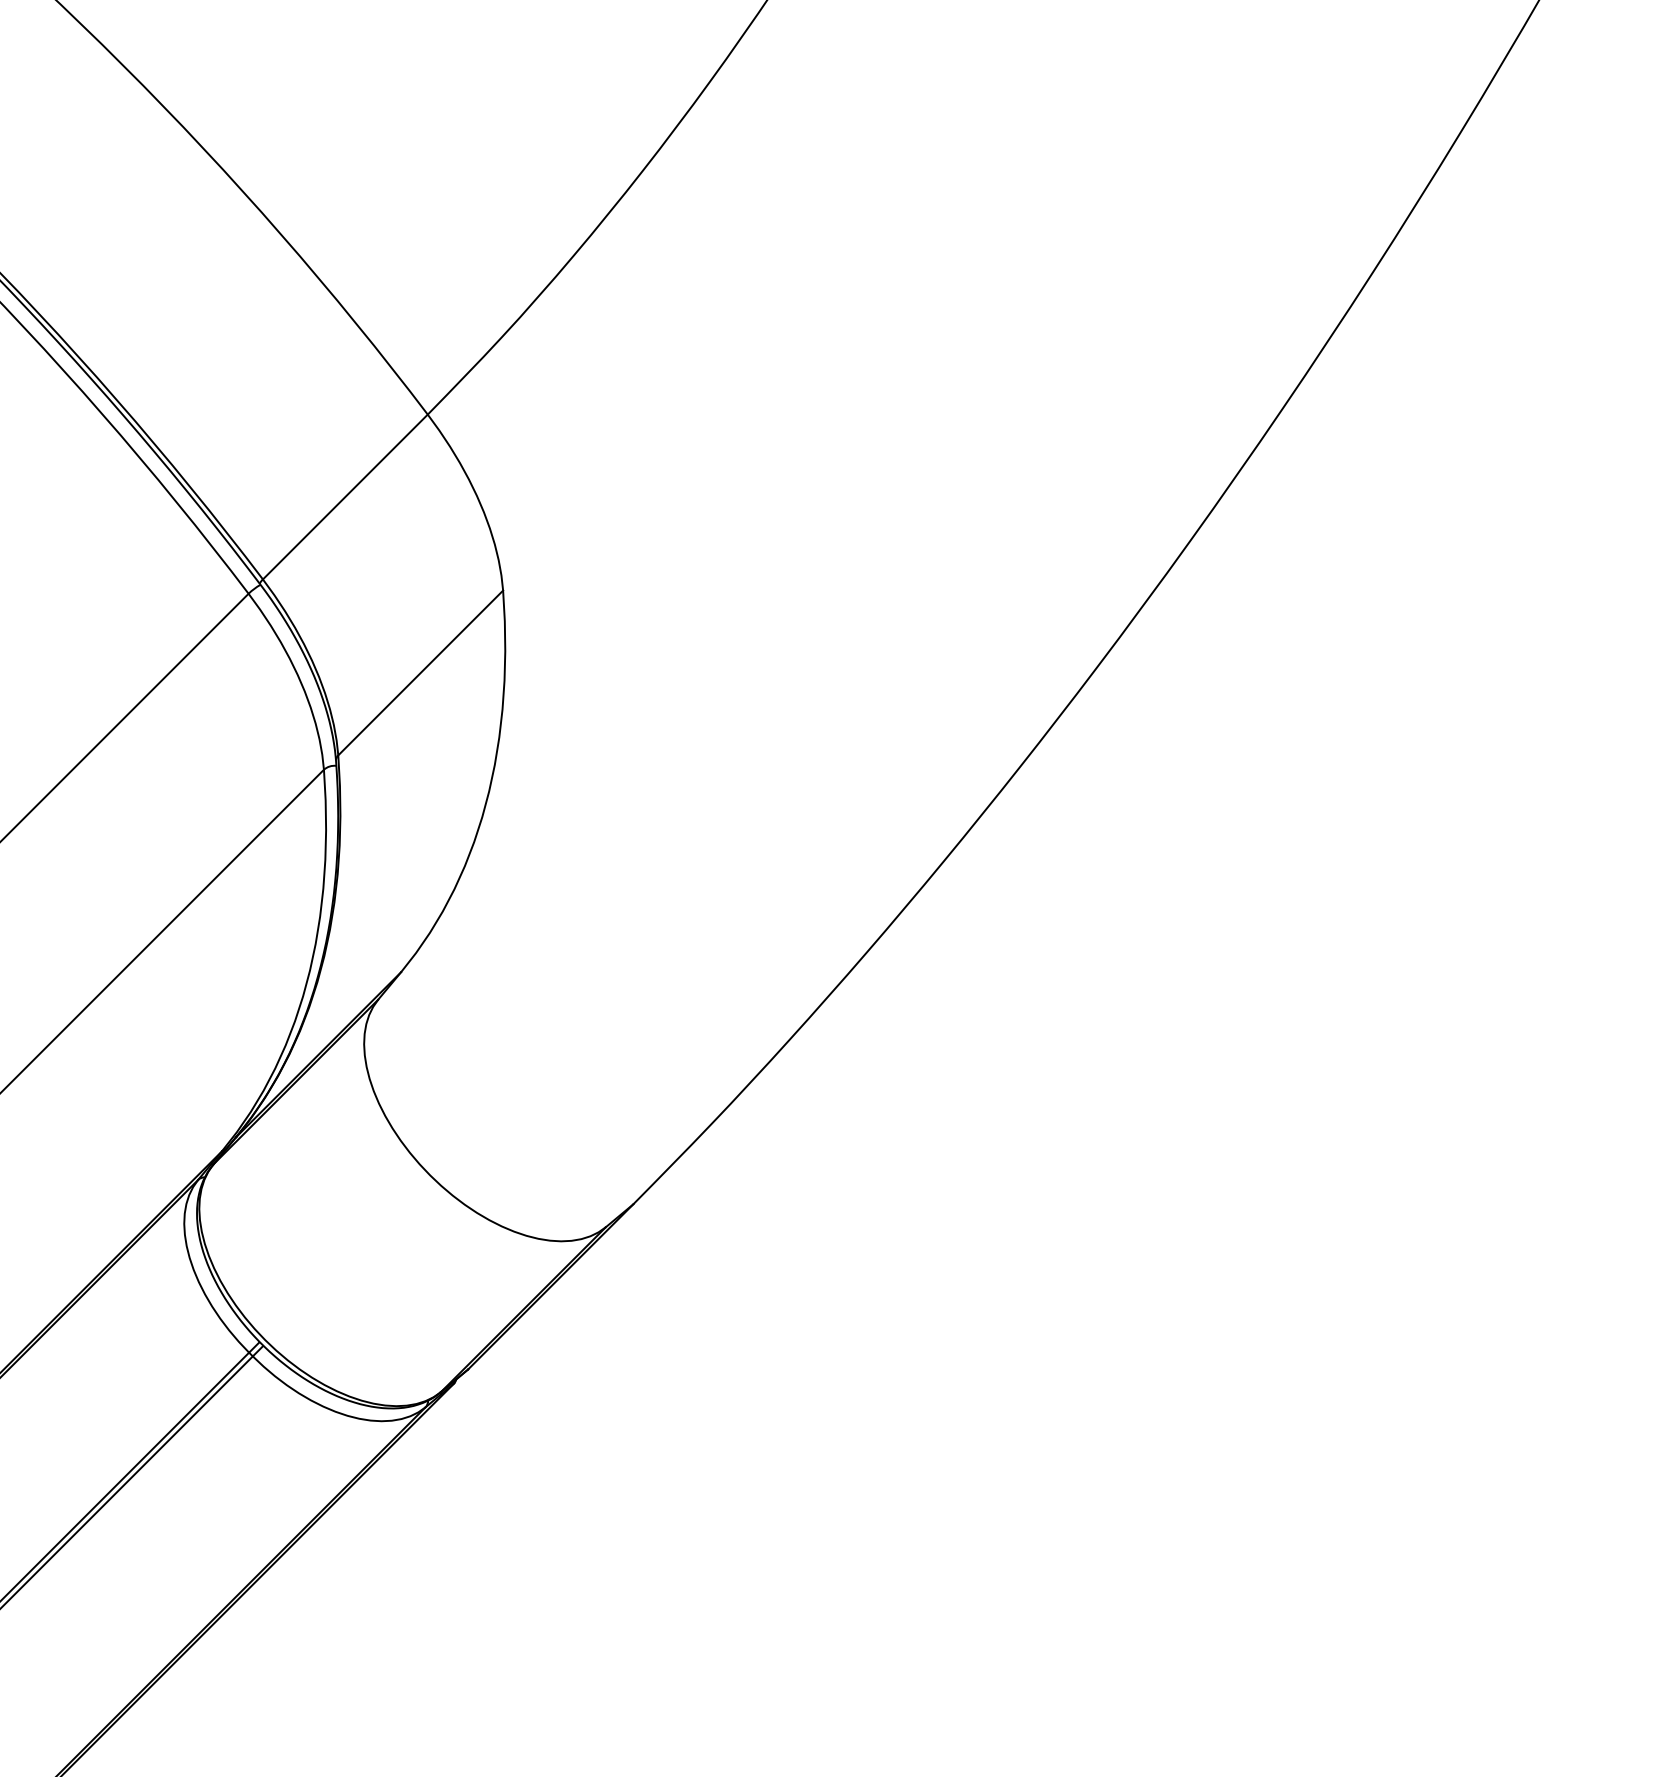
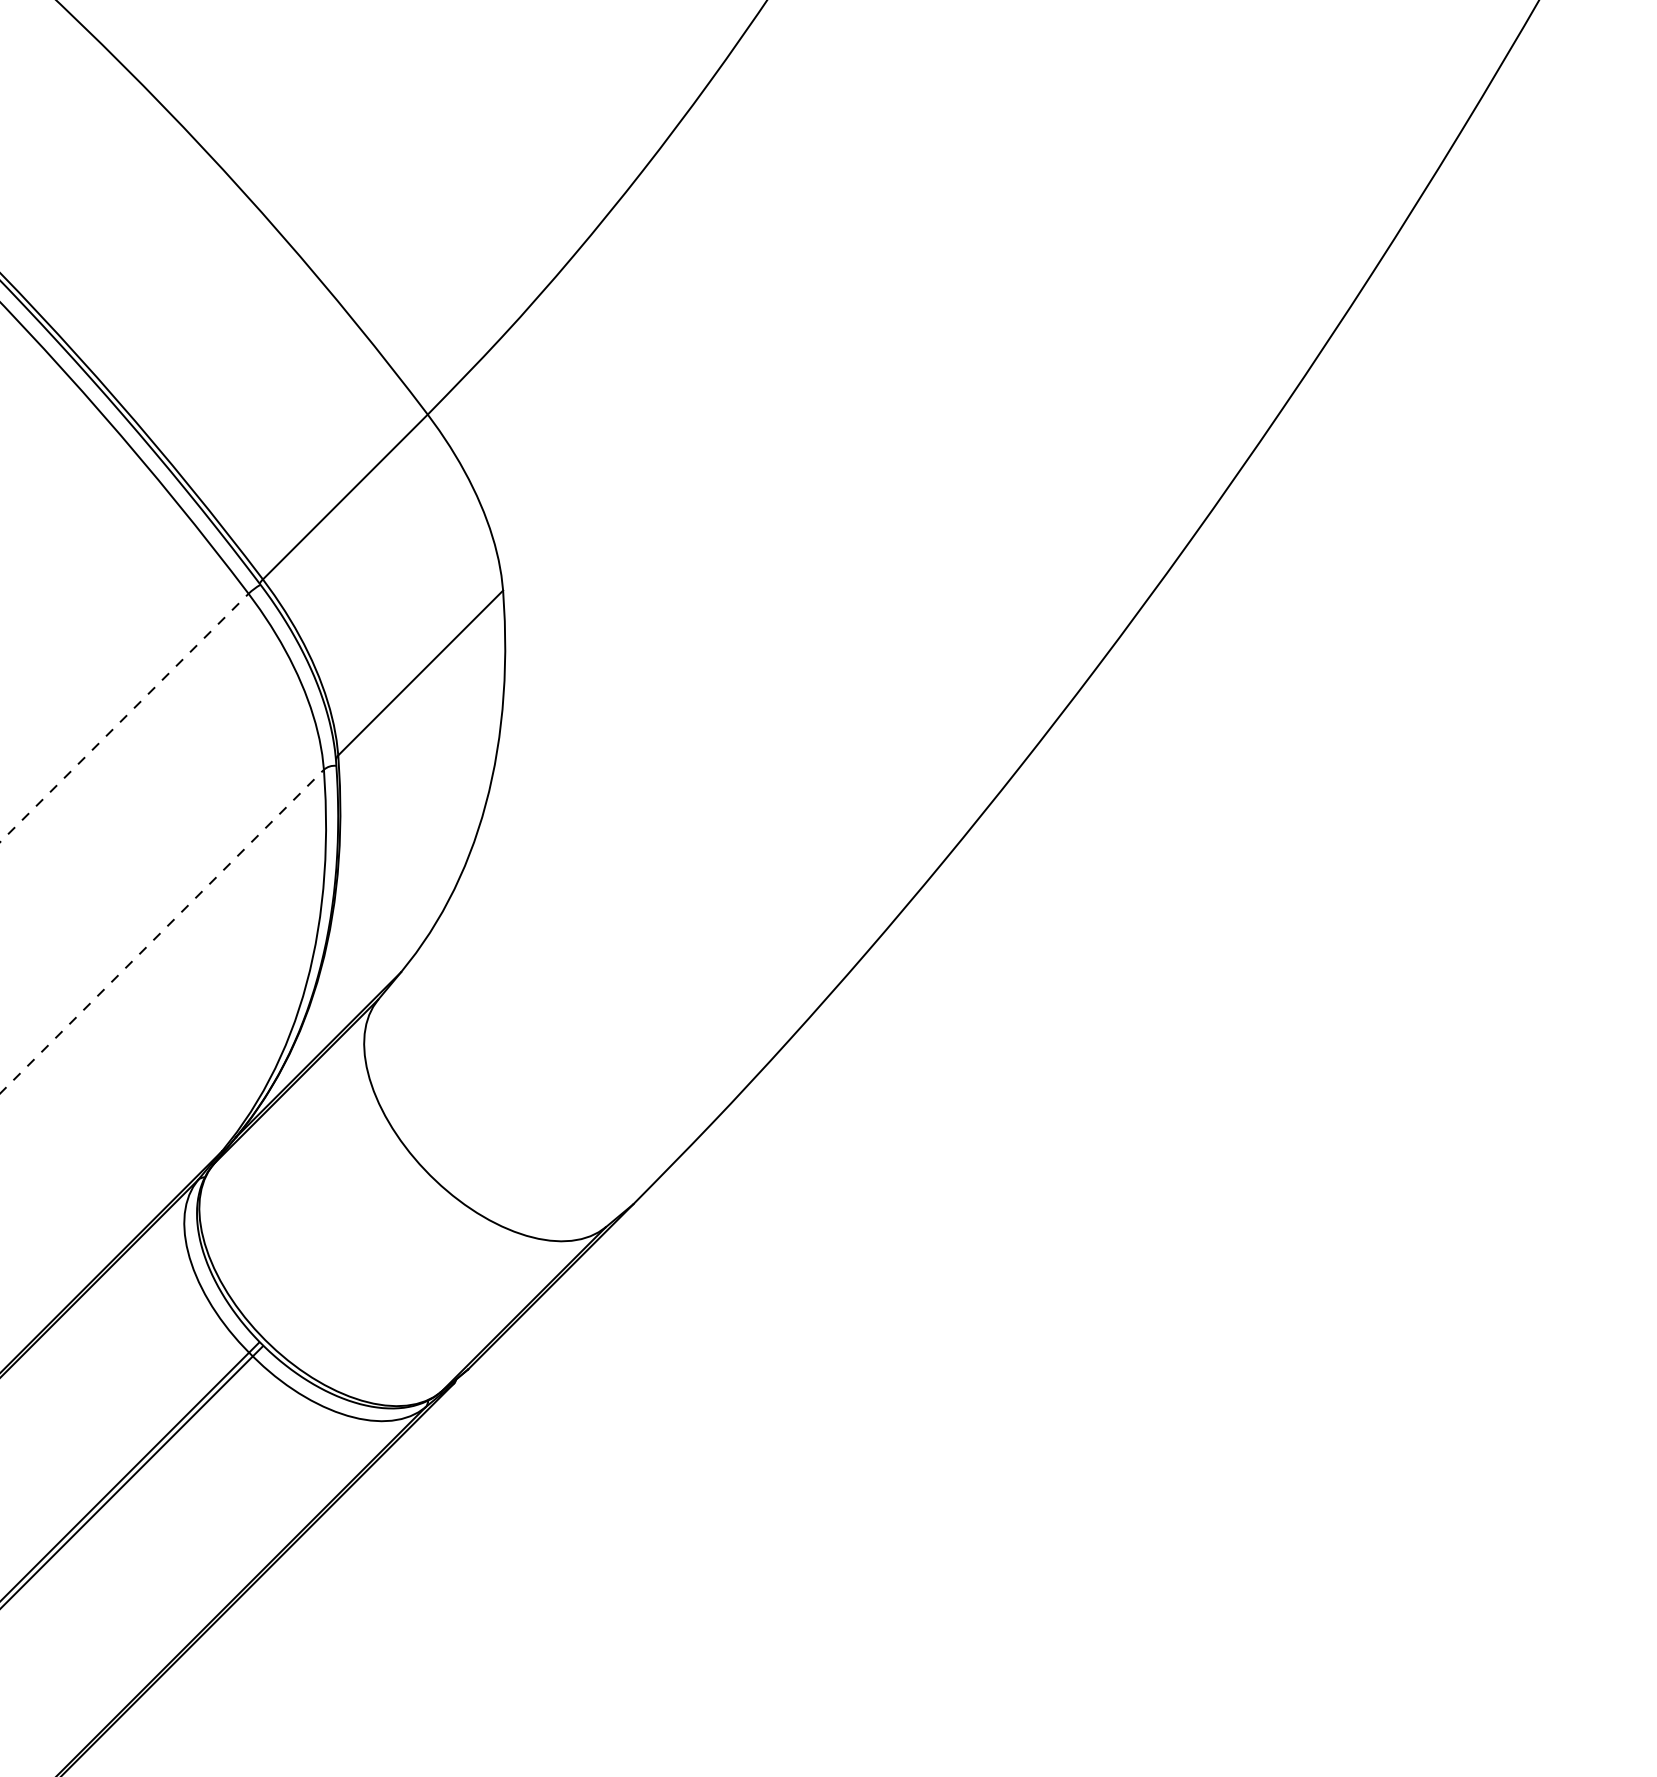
line at (124, 717): solid -> dashed
line at (162, 931): solid -> dashed
